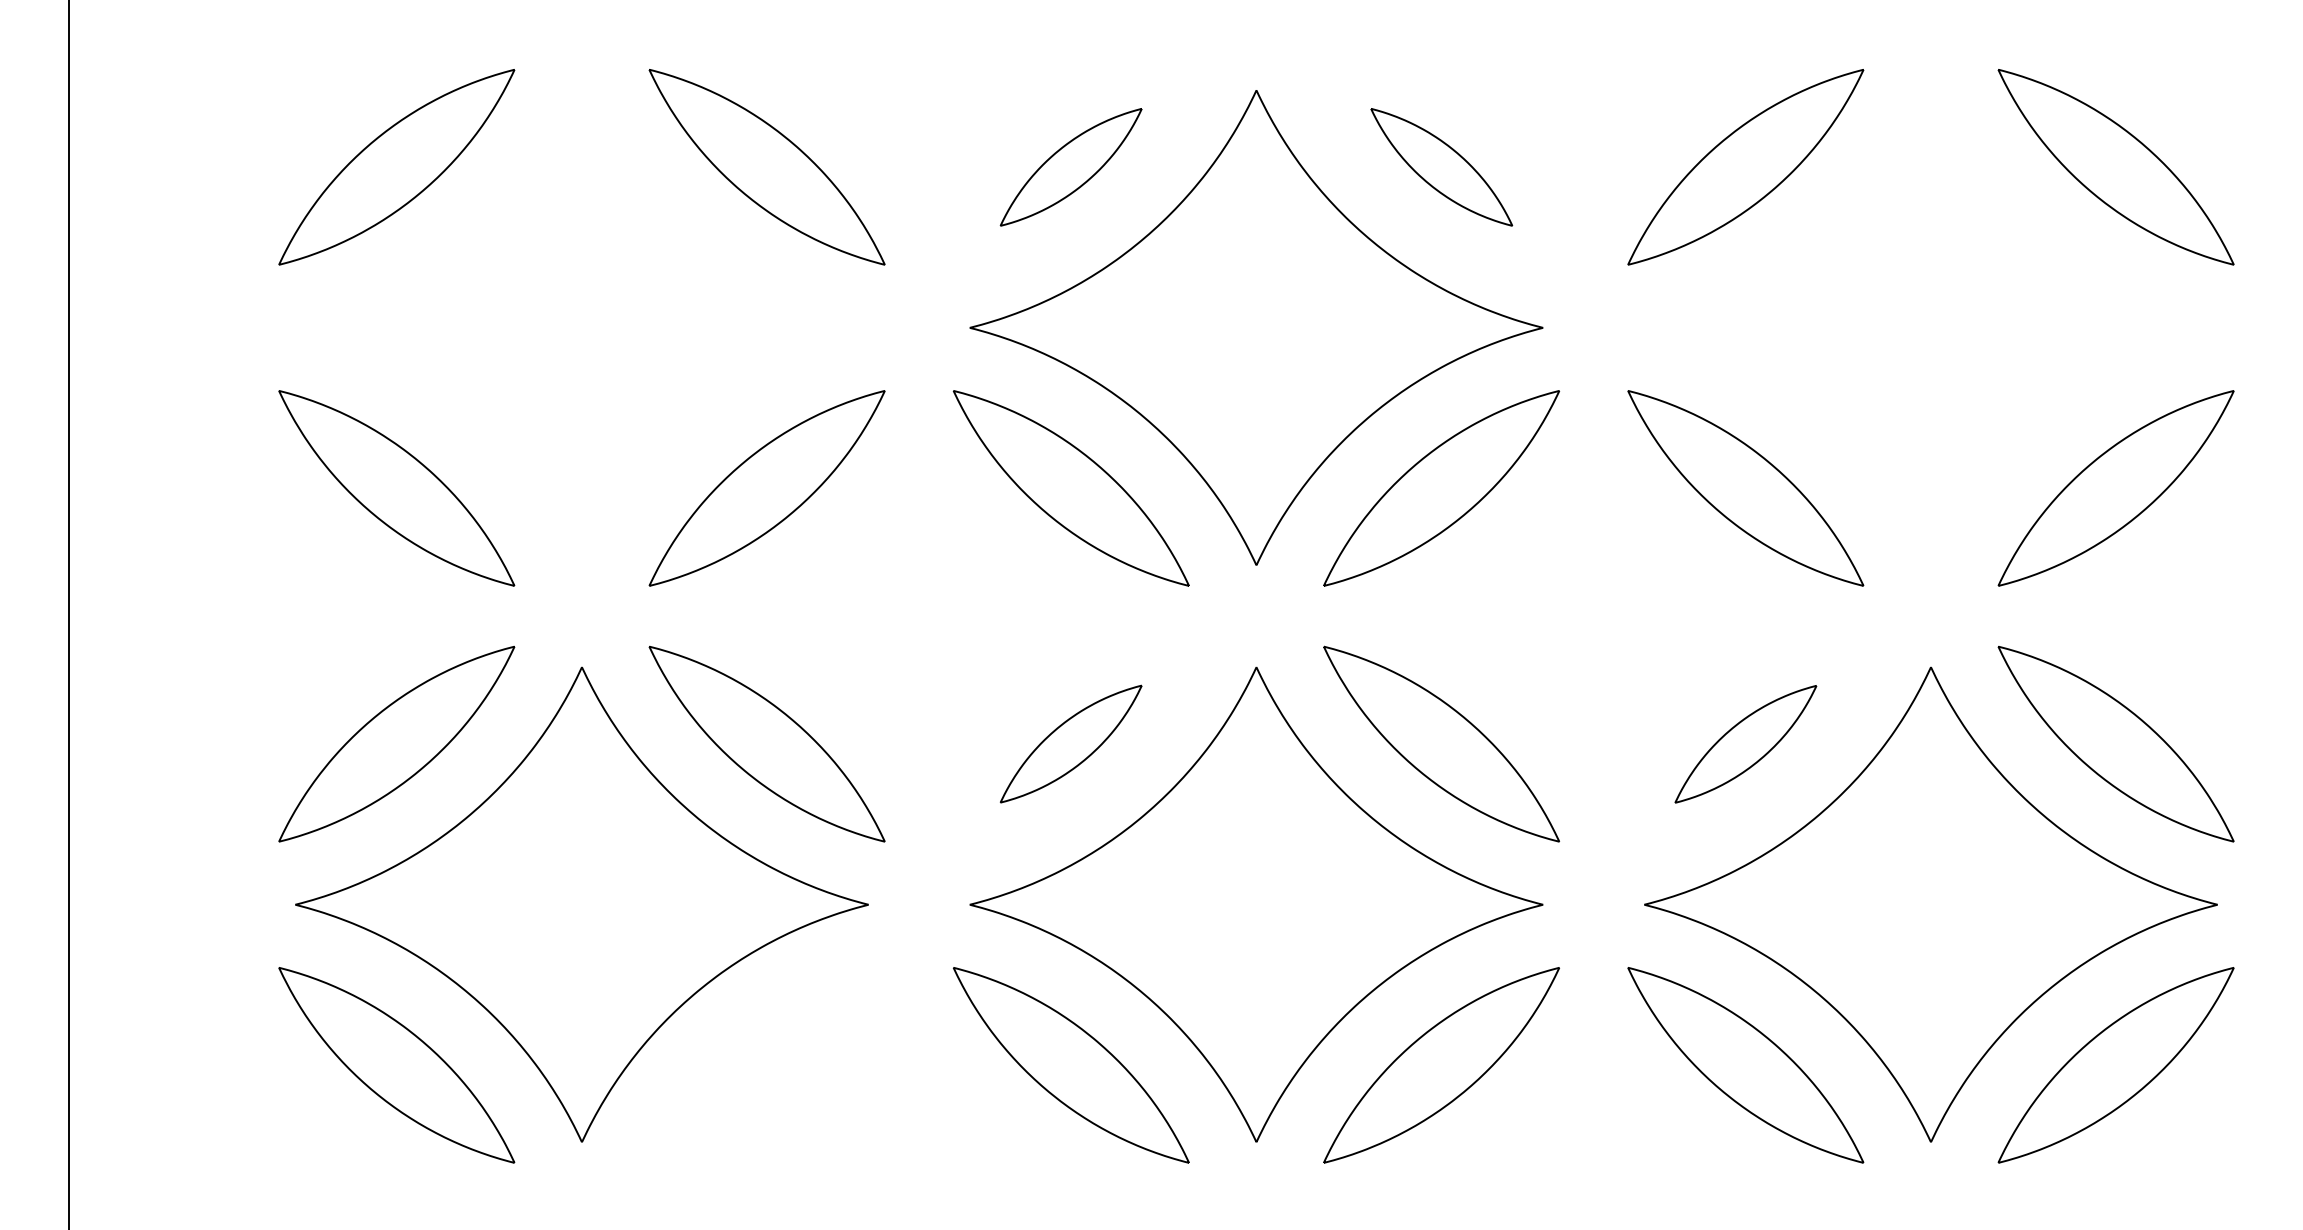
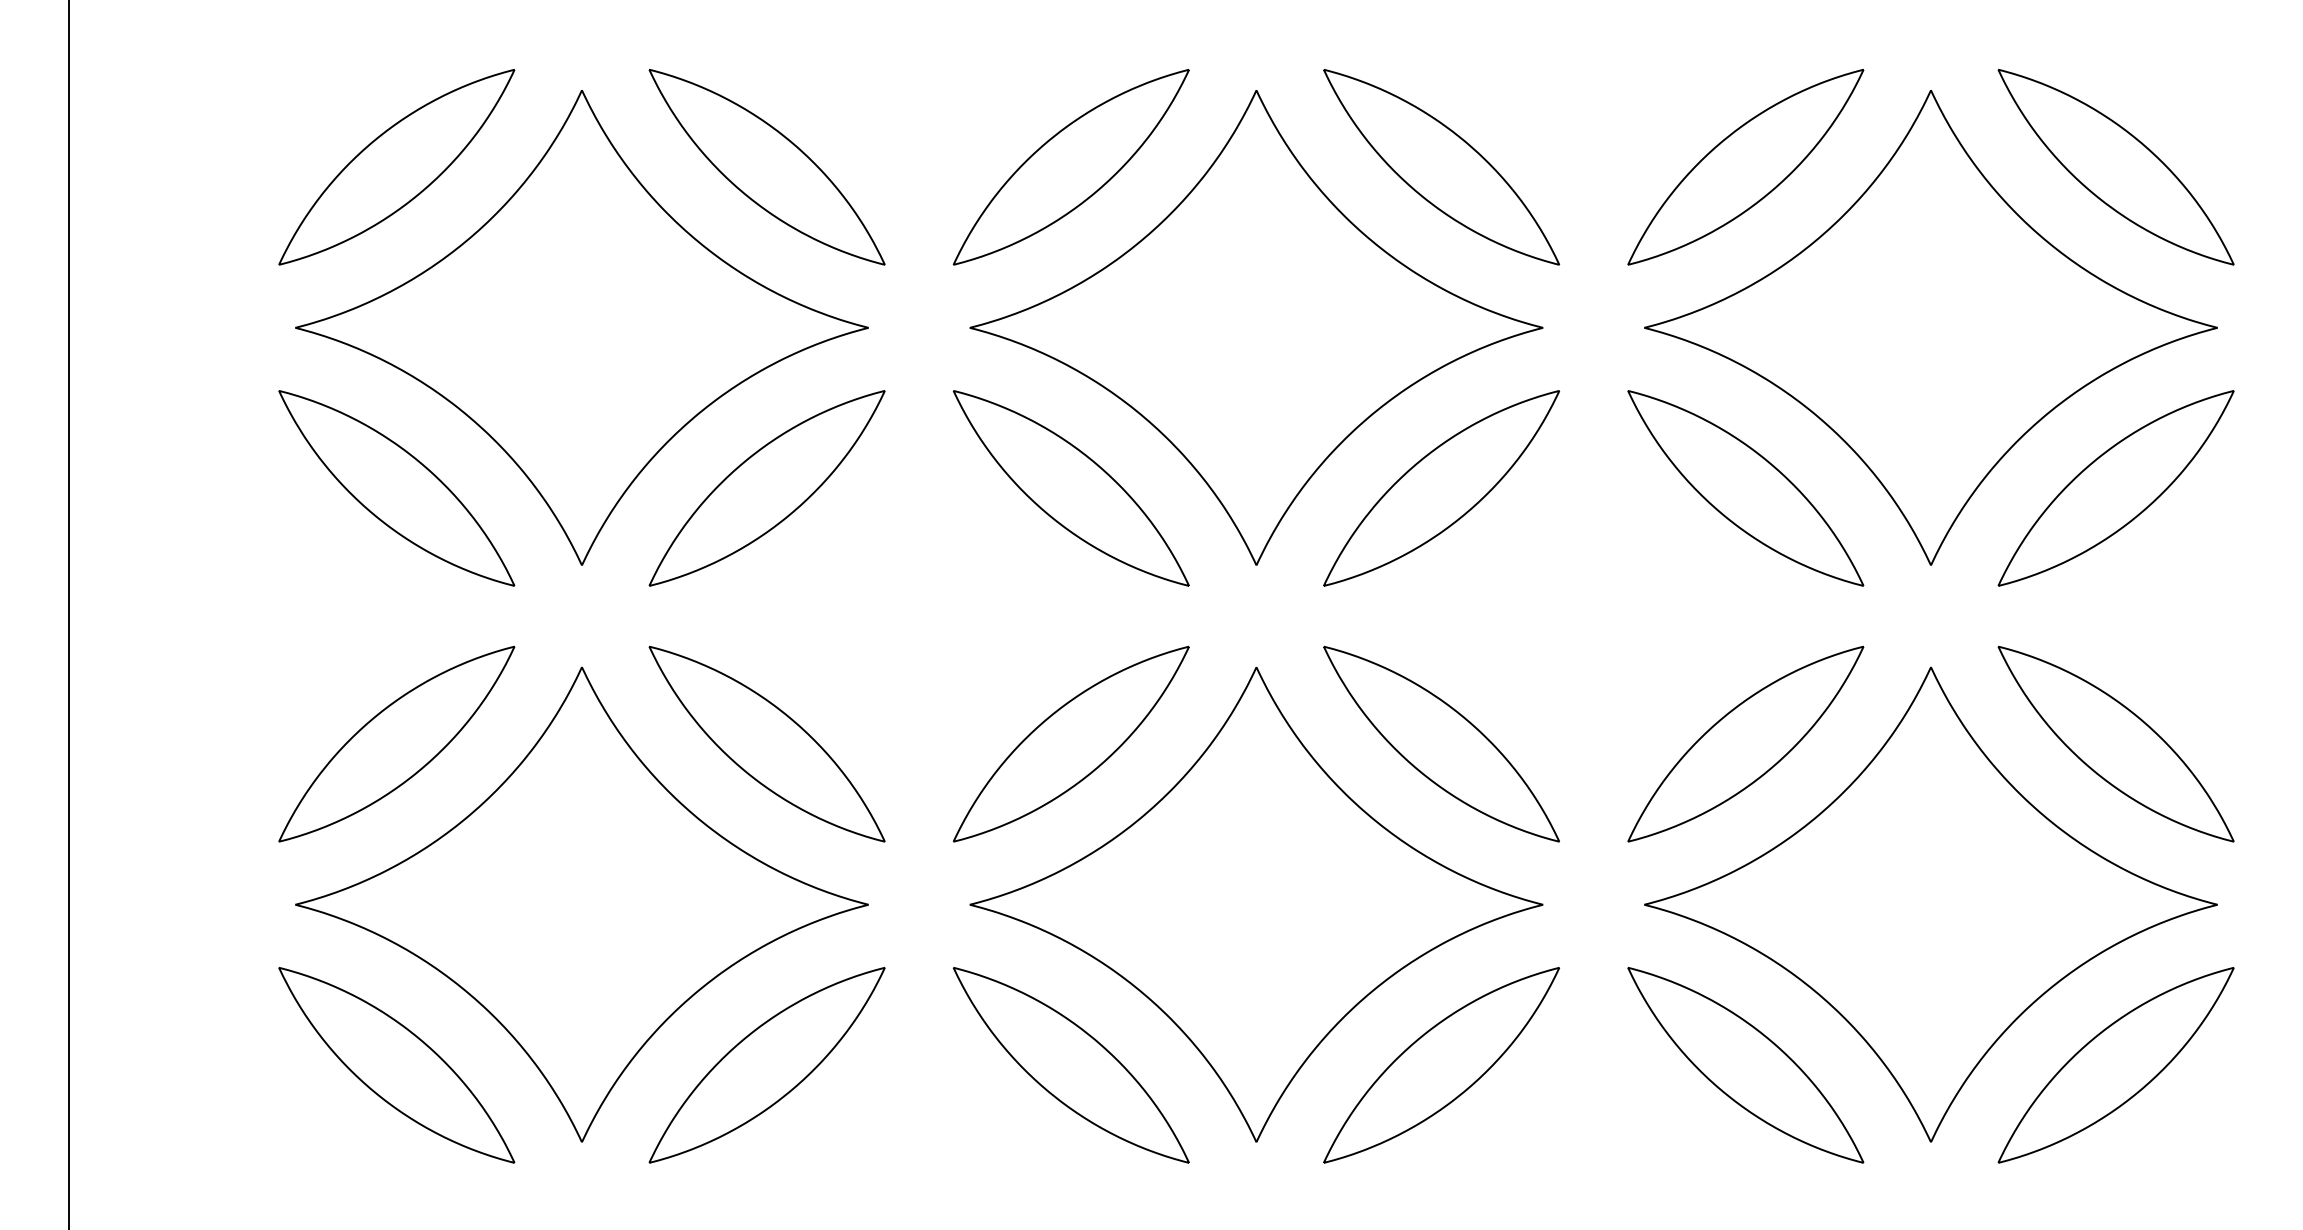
part at (1070, 167) size: 144x119 px -> 238x197 px
part at (1441, 167) size: 144x119 px -> 238x197 px
part at (581, 327): none -> present
part at (1930, 327): none -> present
part at (1070, 743) size: 144x120 px -> 238x198 px
part at (1745, 744) size: 144x119 px -> 238x197 px
part at (766, 1065): none -> present
